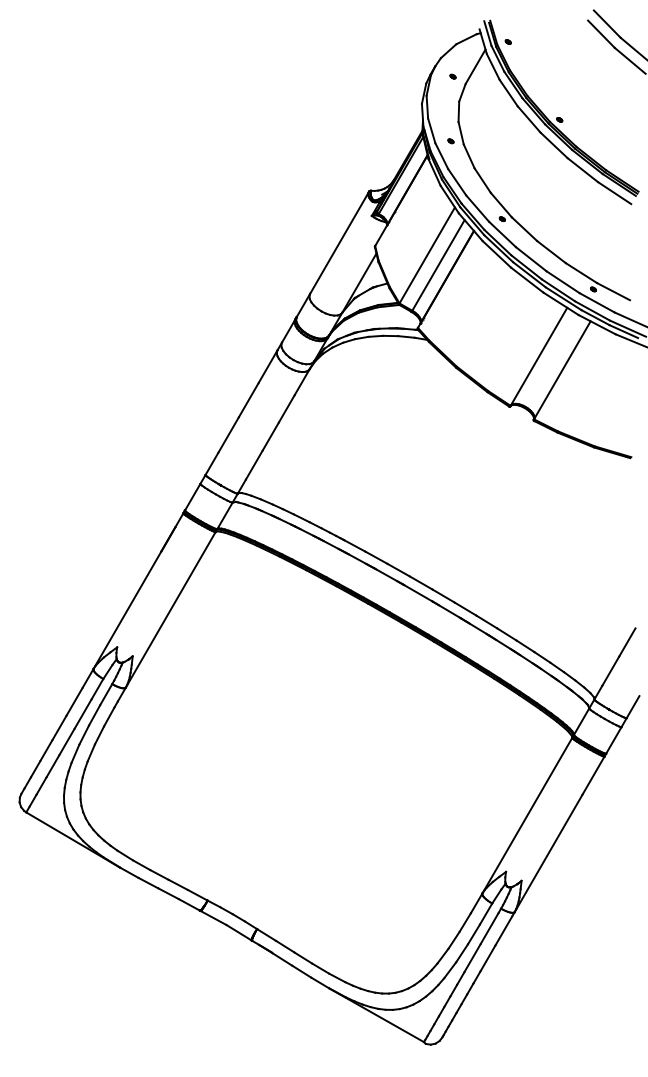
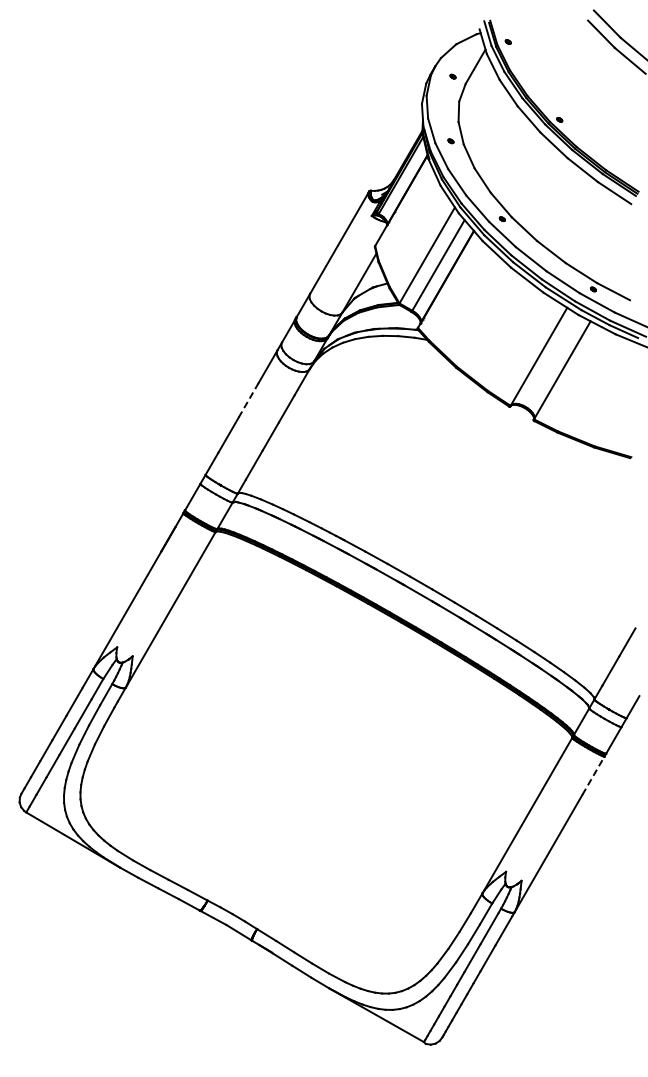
line at (248, 400): solid -> dashed
line at (593, 775): solid -> dashed
